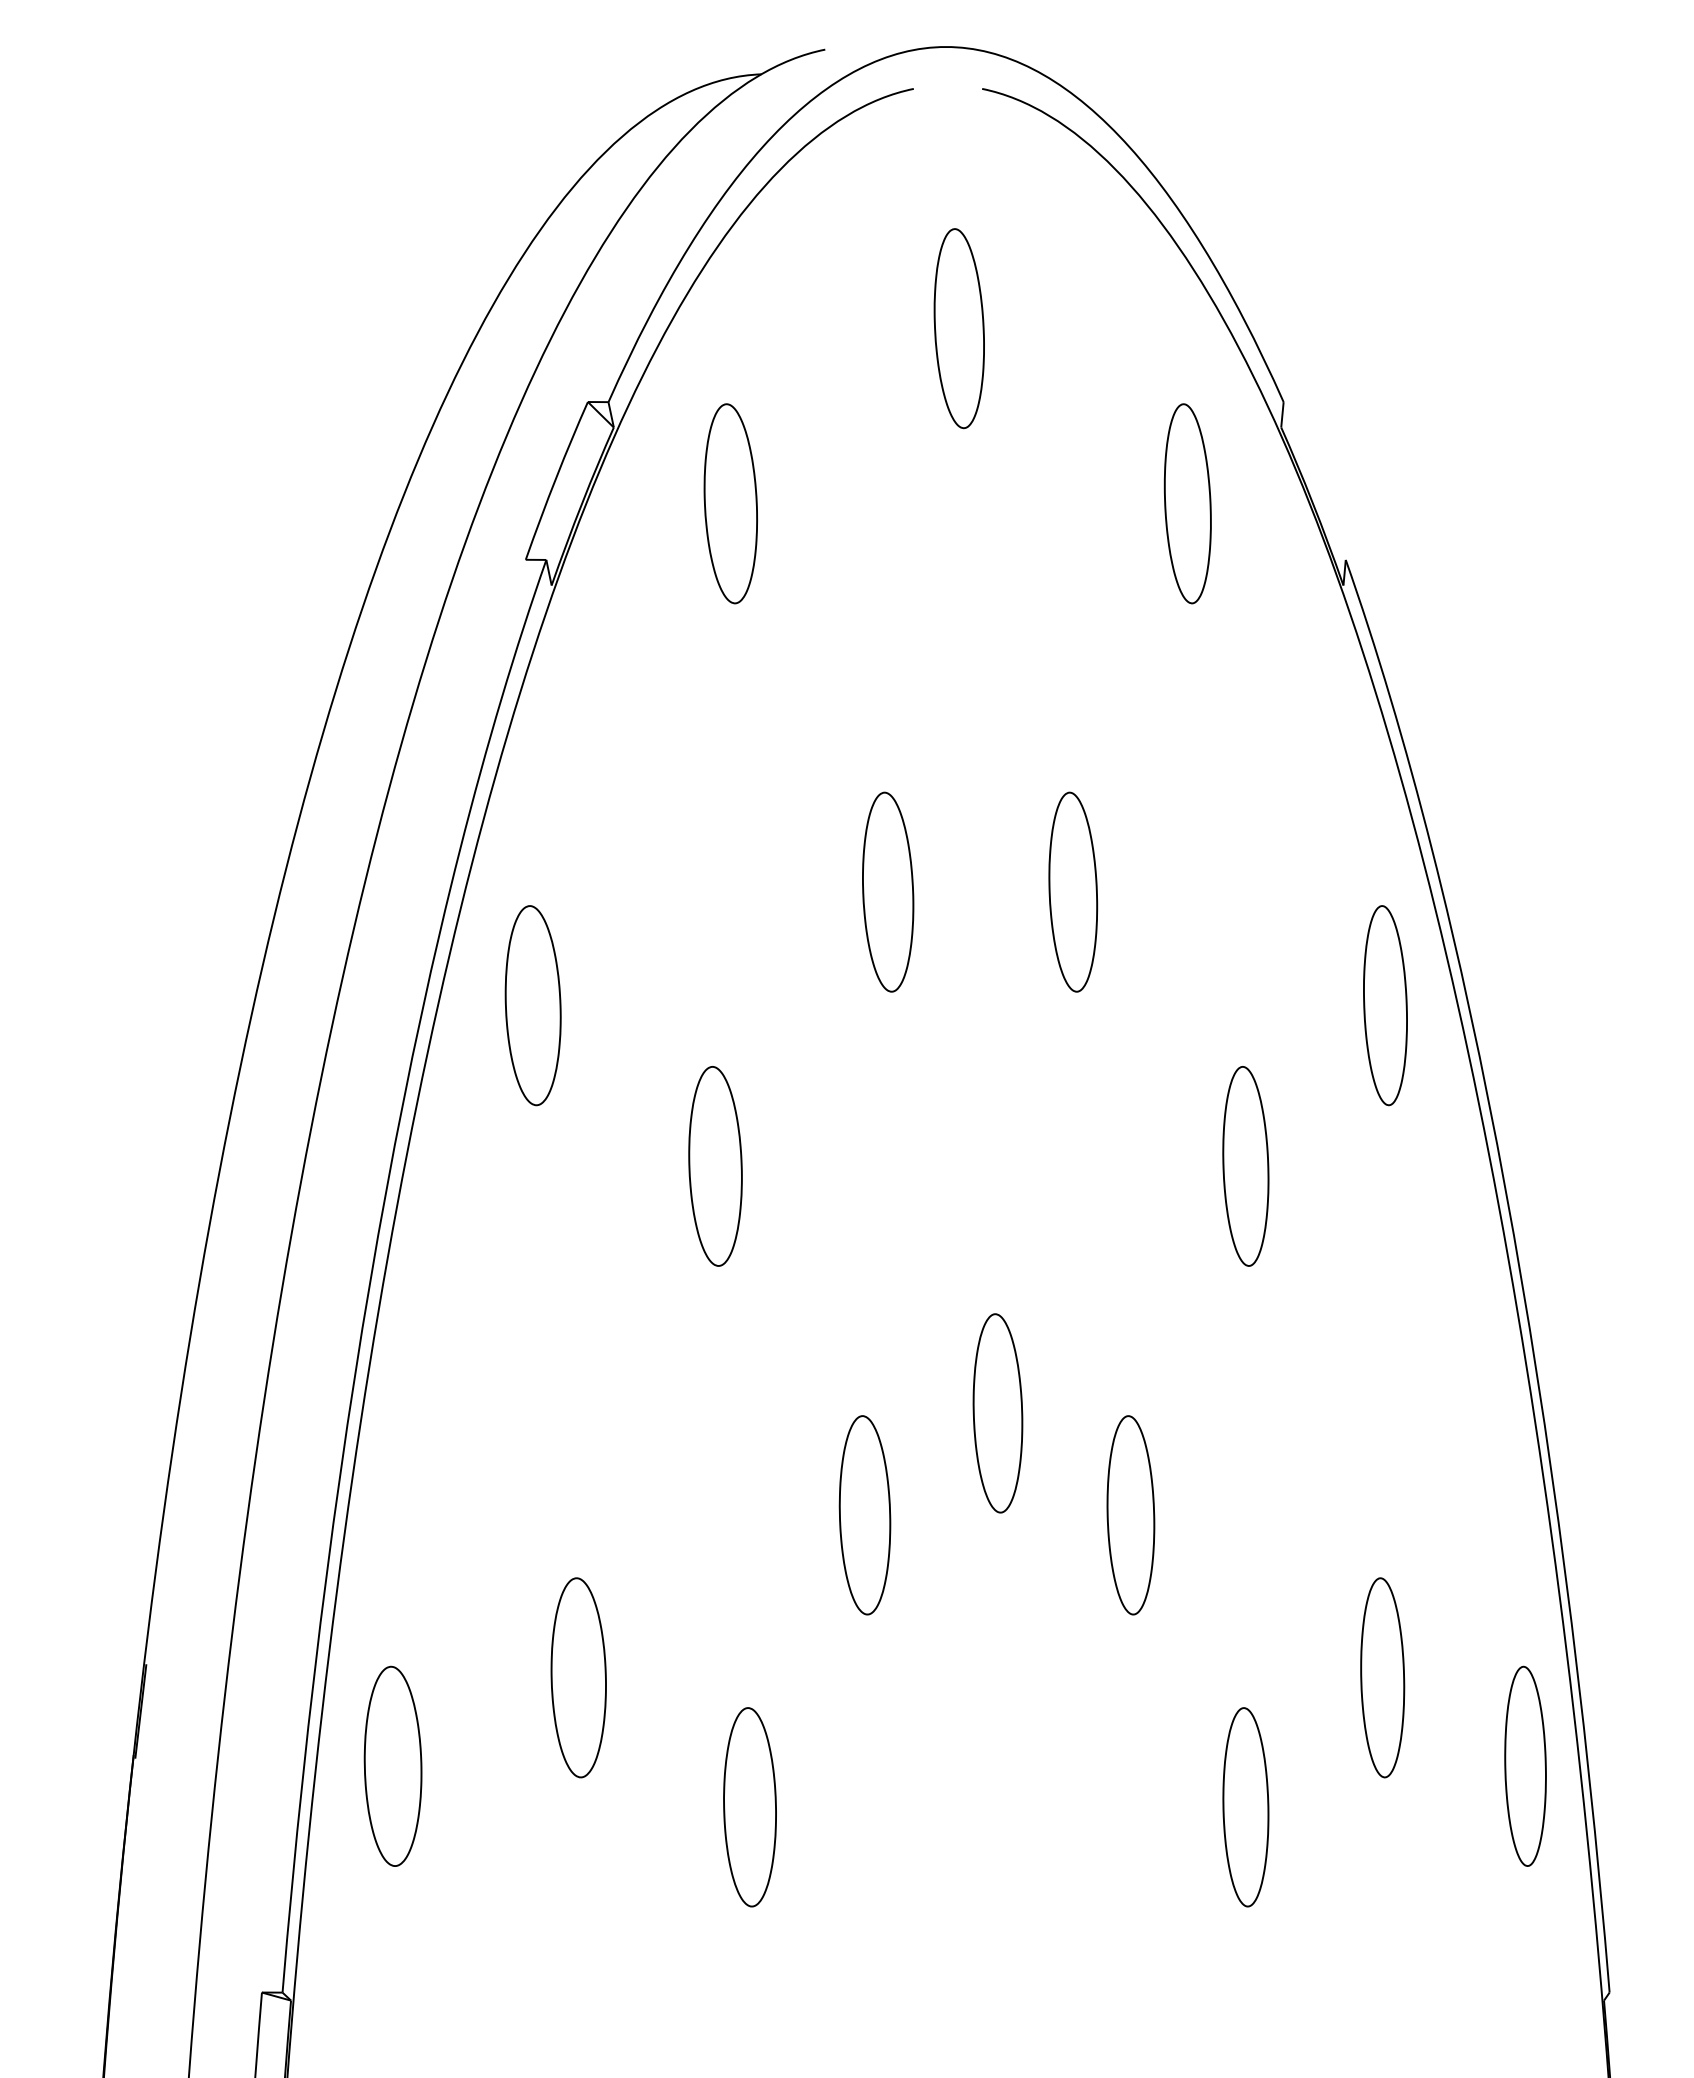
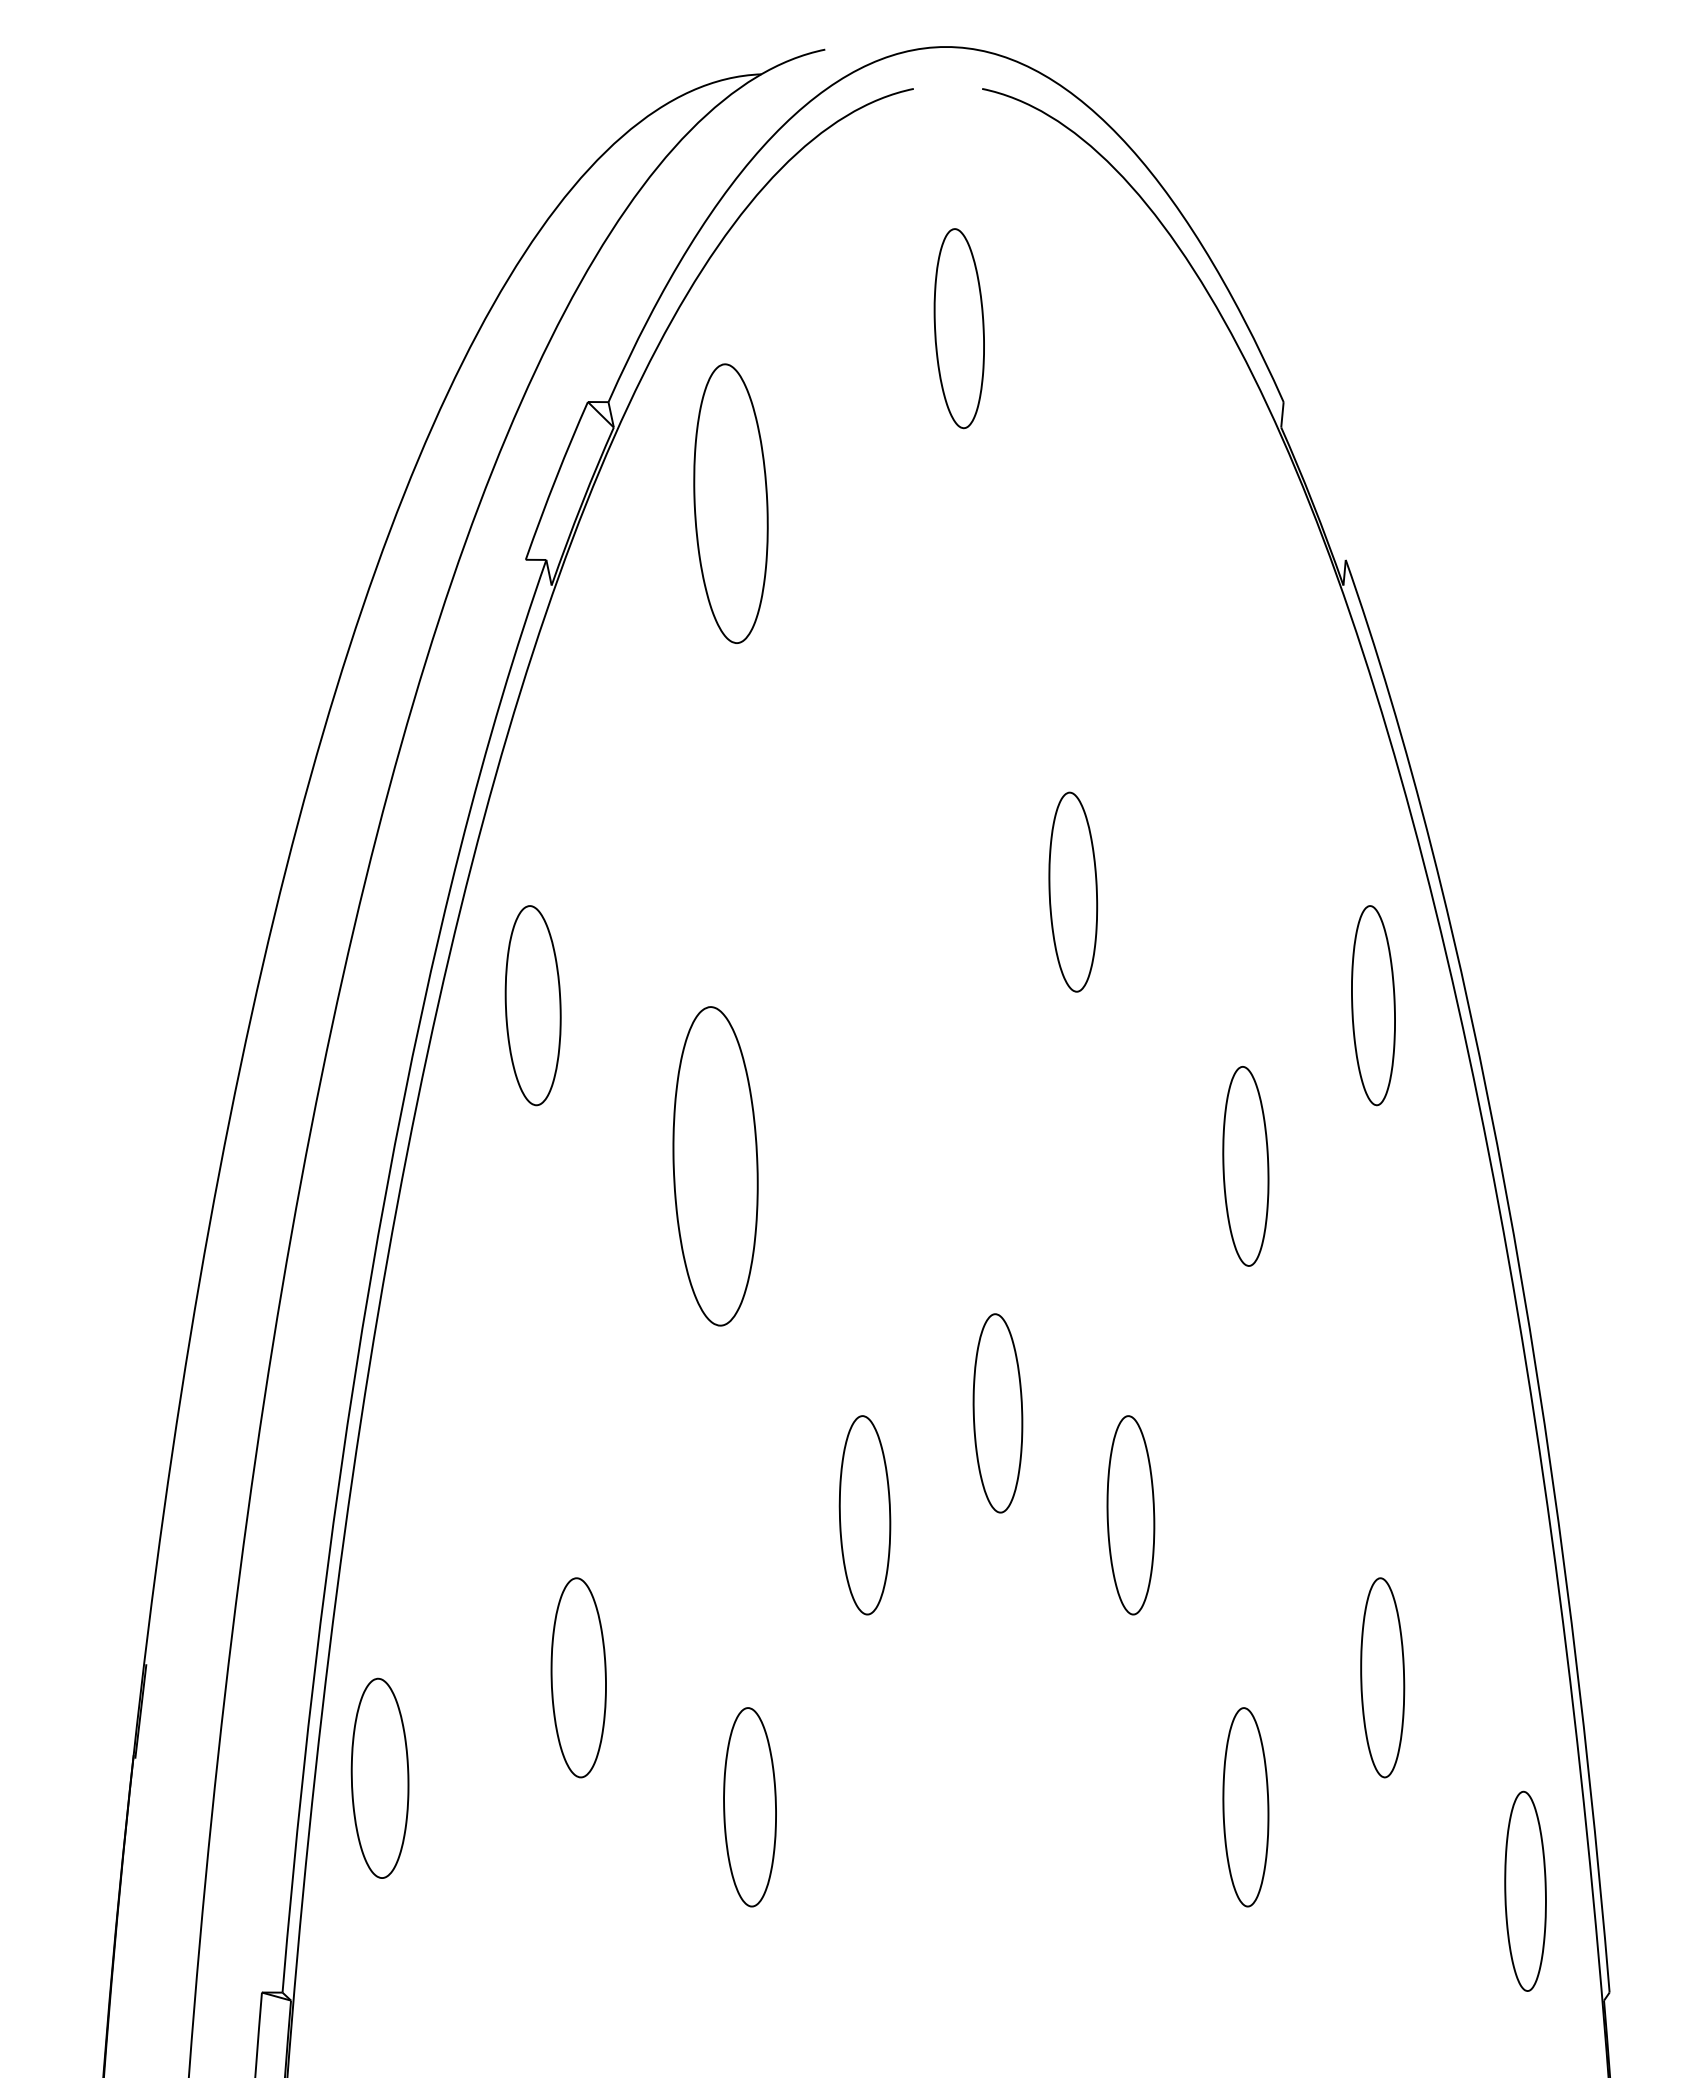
part at (730, 503) size: 55x202 px -> 76x281 px
part at (1187, 503): present -> none
part at (888, 891): present -> none
part at (1385, 1005) position: (1385, 1005) -> (1373, 1005)
part at (715, 1166) size: 55x201 px -> 87x321 px
part at (392, 1765) position: (392, 1765) -> (379, 1777)
part at (1525, 1765) position: (1525, 1765) -> (1525, 1890)
